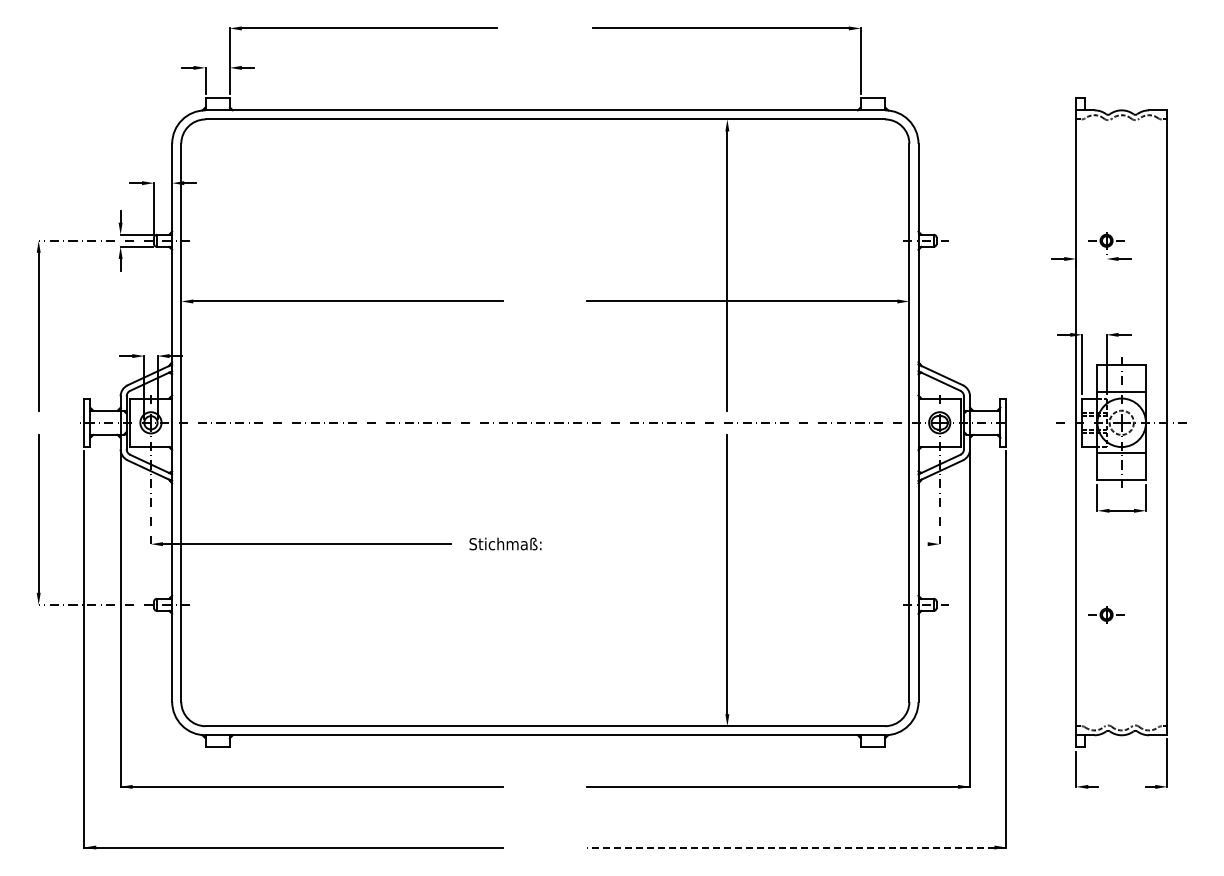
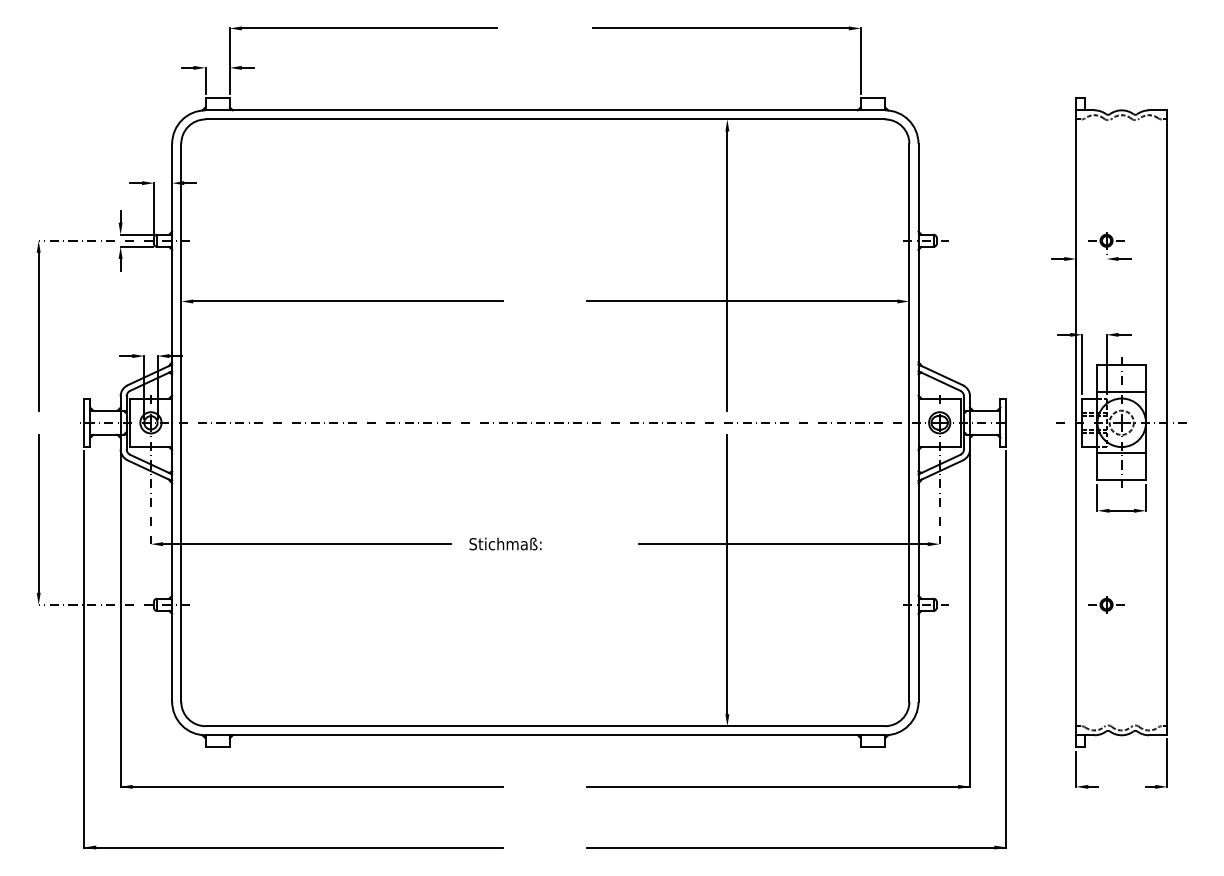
line at (783, 544): none -> present
part at (1106, 614) position: (1106, 614) -> (1106, 604)
line at (796, 847): dashed -> solid
